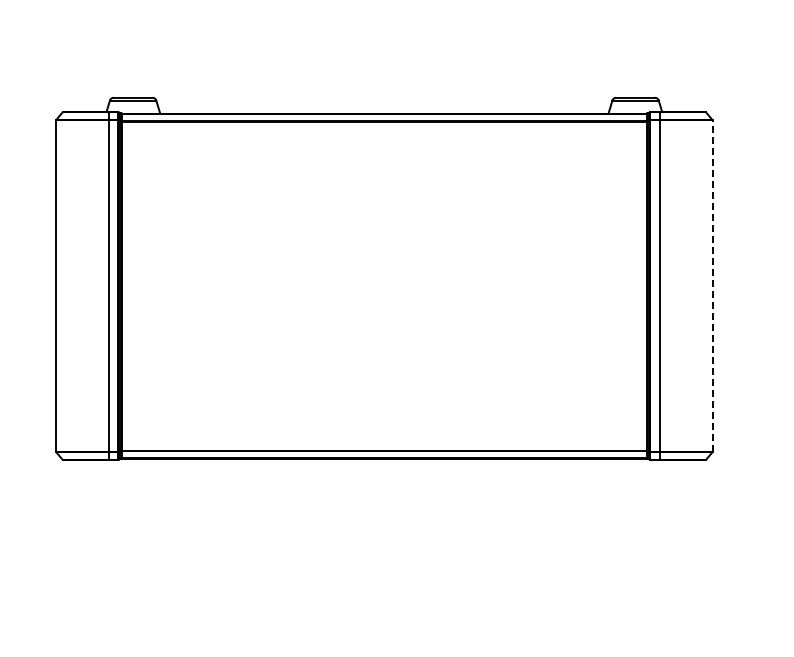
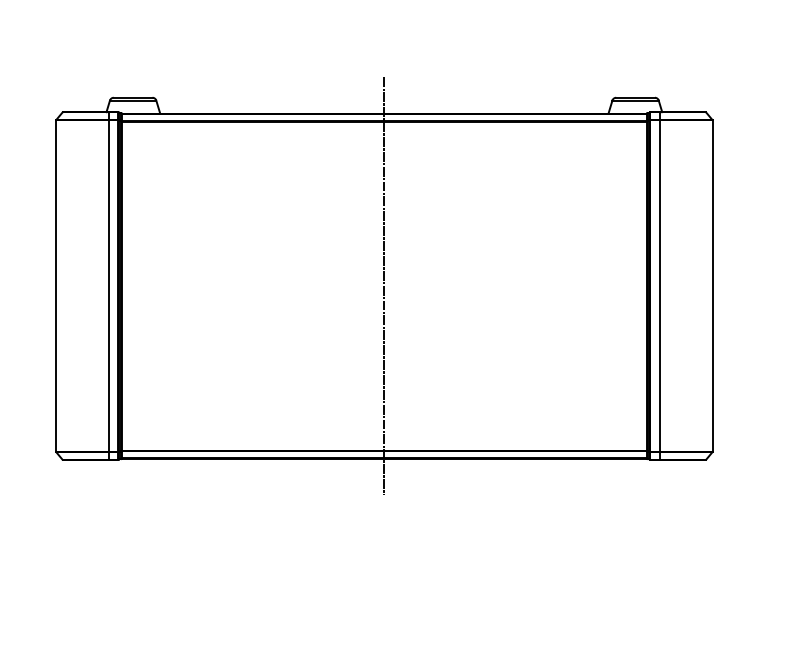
line at (384, 285): none -> present
line at (712, 286): dashed -> solid
